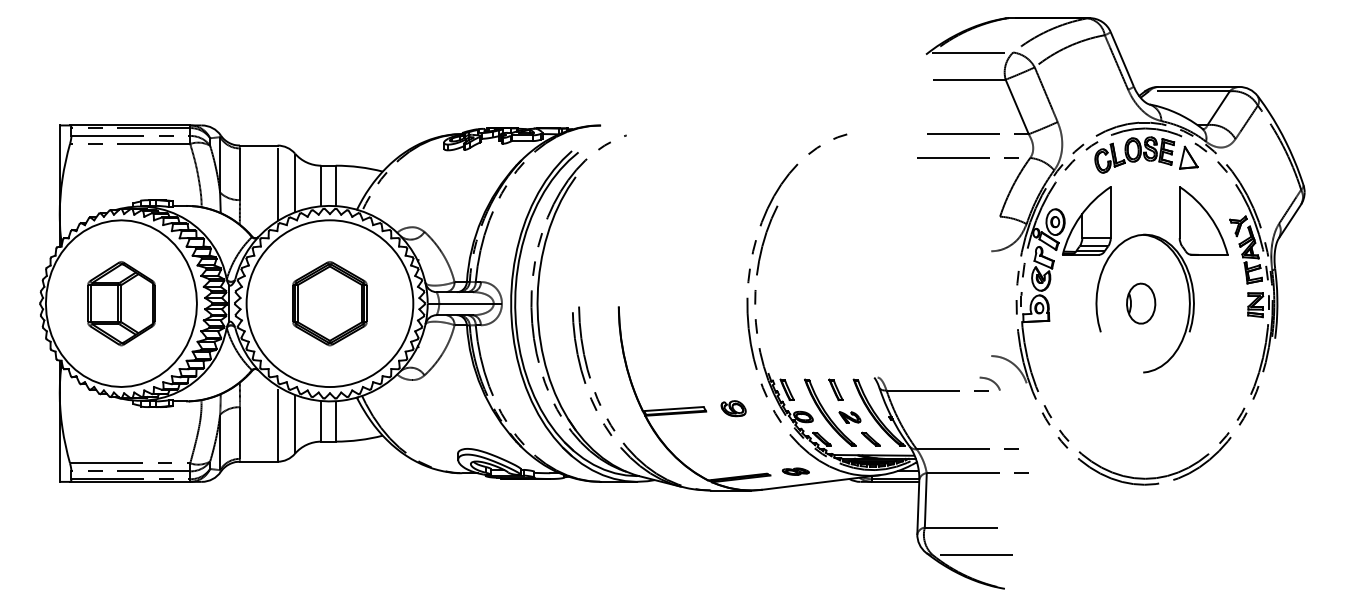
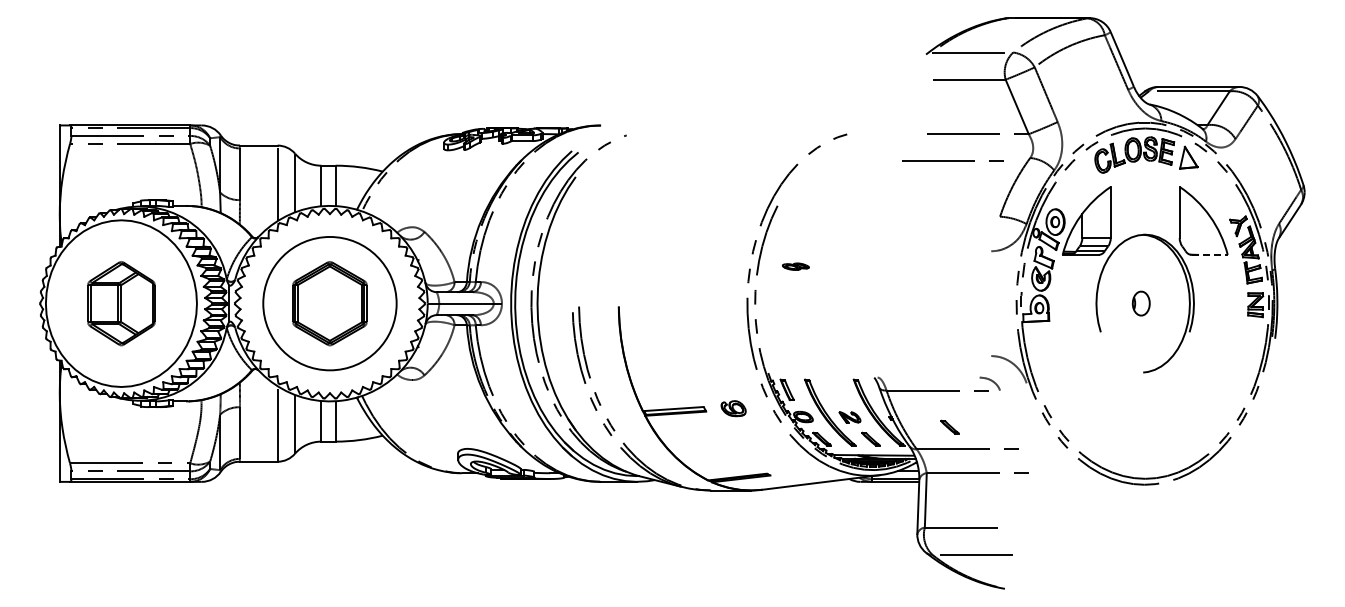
line at (967, 157) position: (967, 157) -> (952, 160)
line at (1210, 254): solid -> dashed
circle at (329, 303) diameter: 167 px -> 133 px
part at (1141, 303) size: 31x43 px -> 20x27 px
part at (835, 389): present -> none
part at (949, 426): none -> present
part at (795, 471) position: (795, 471) -> (795, 266)
